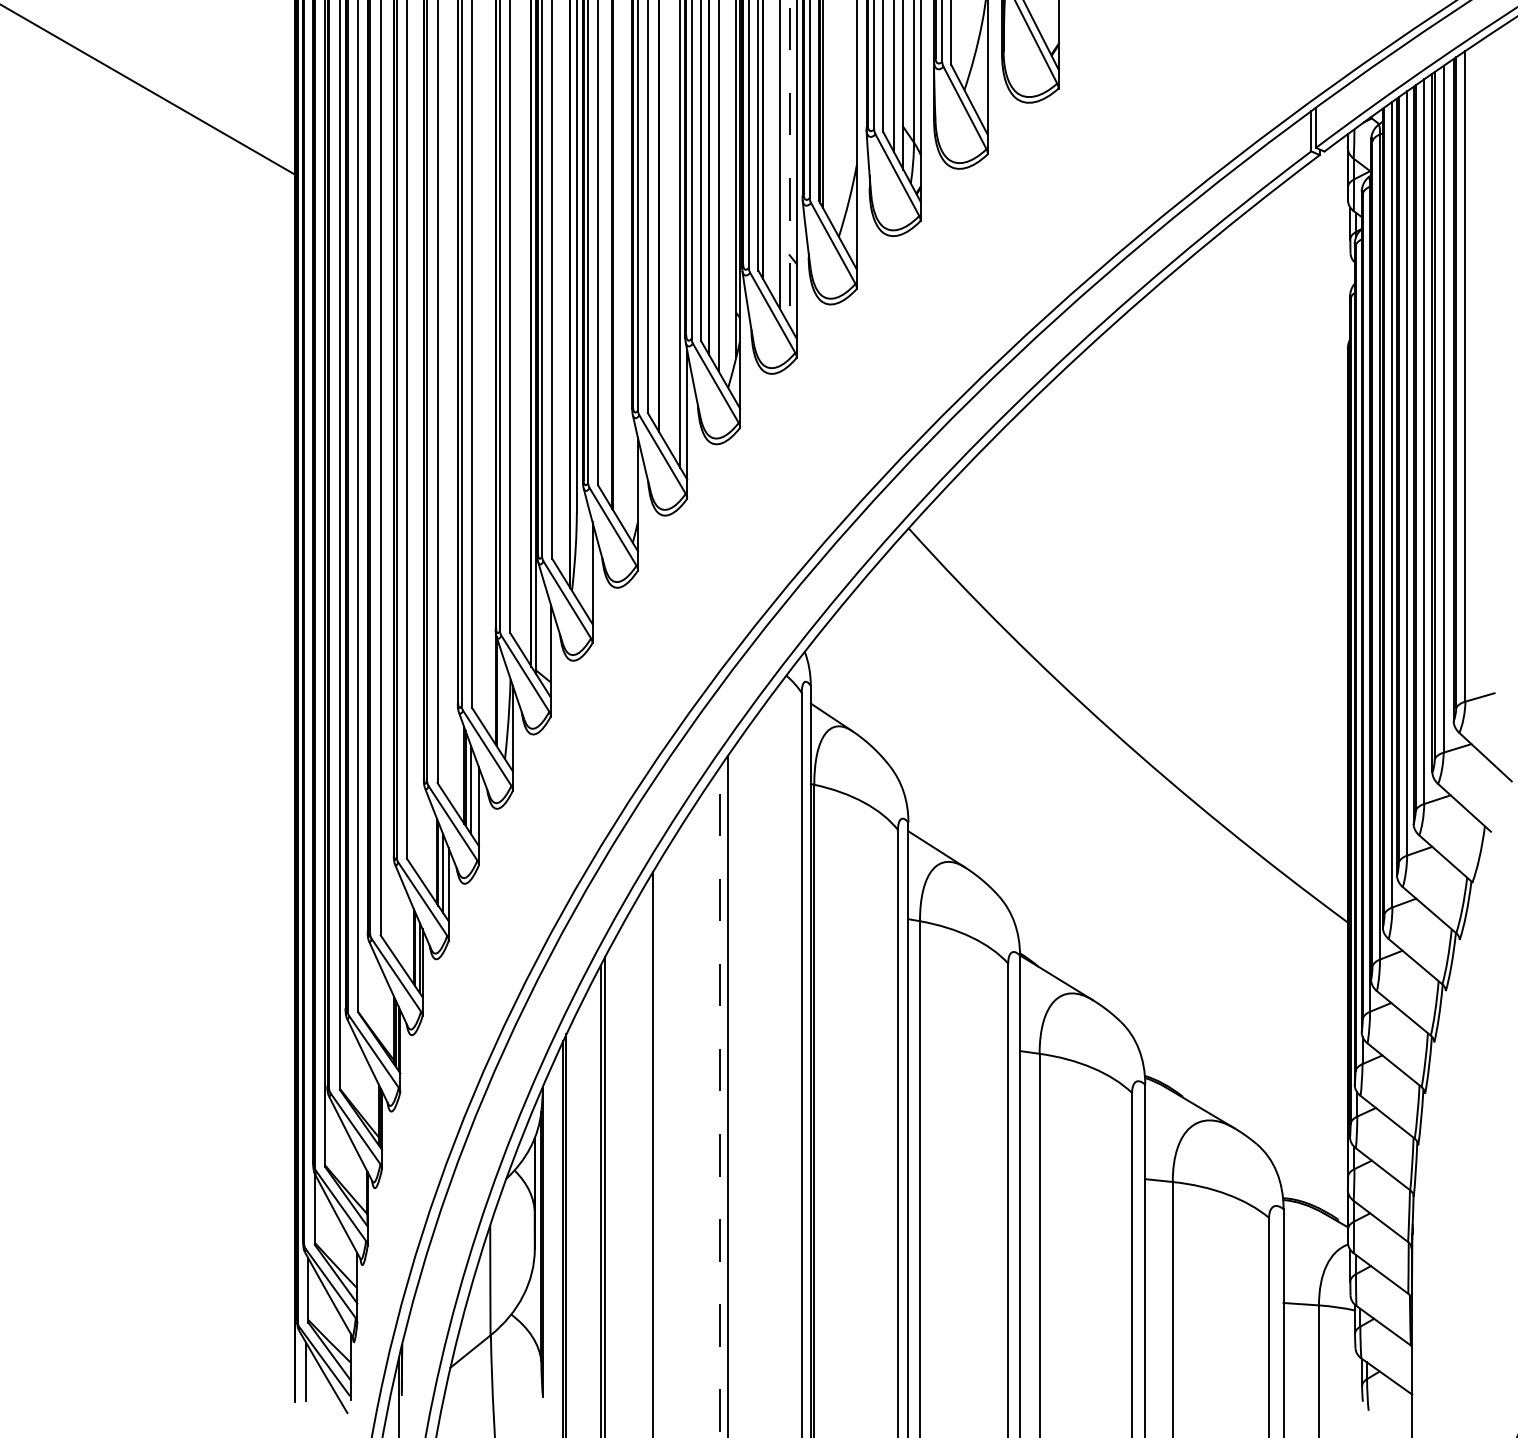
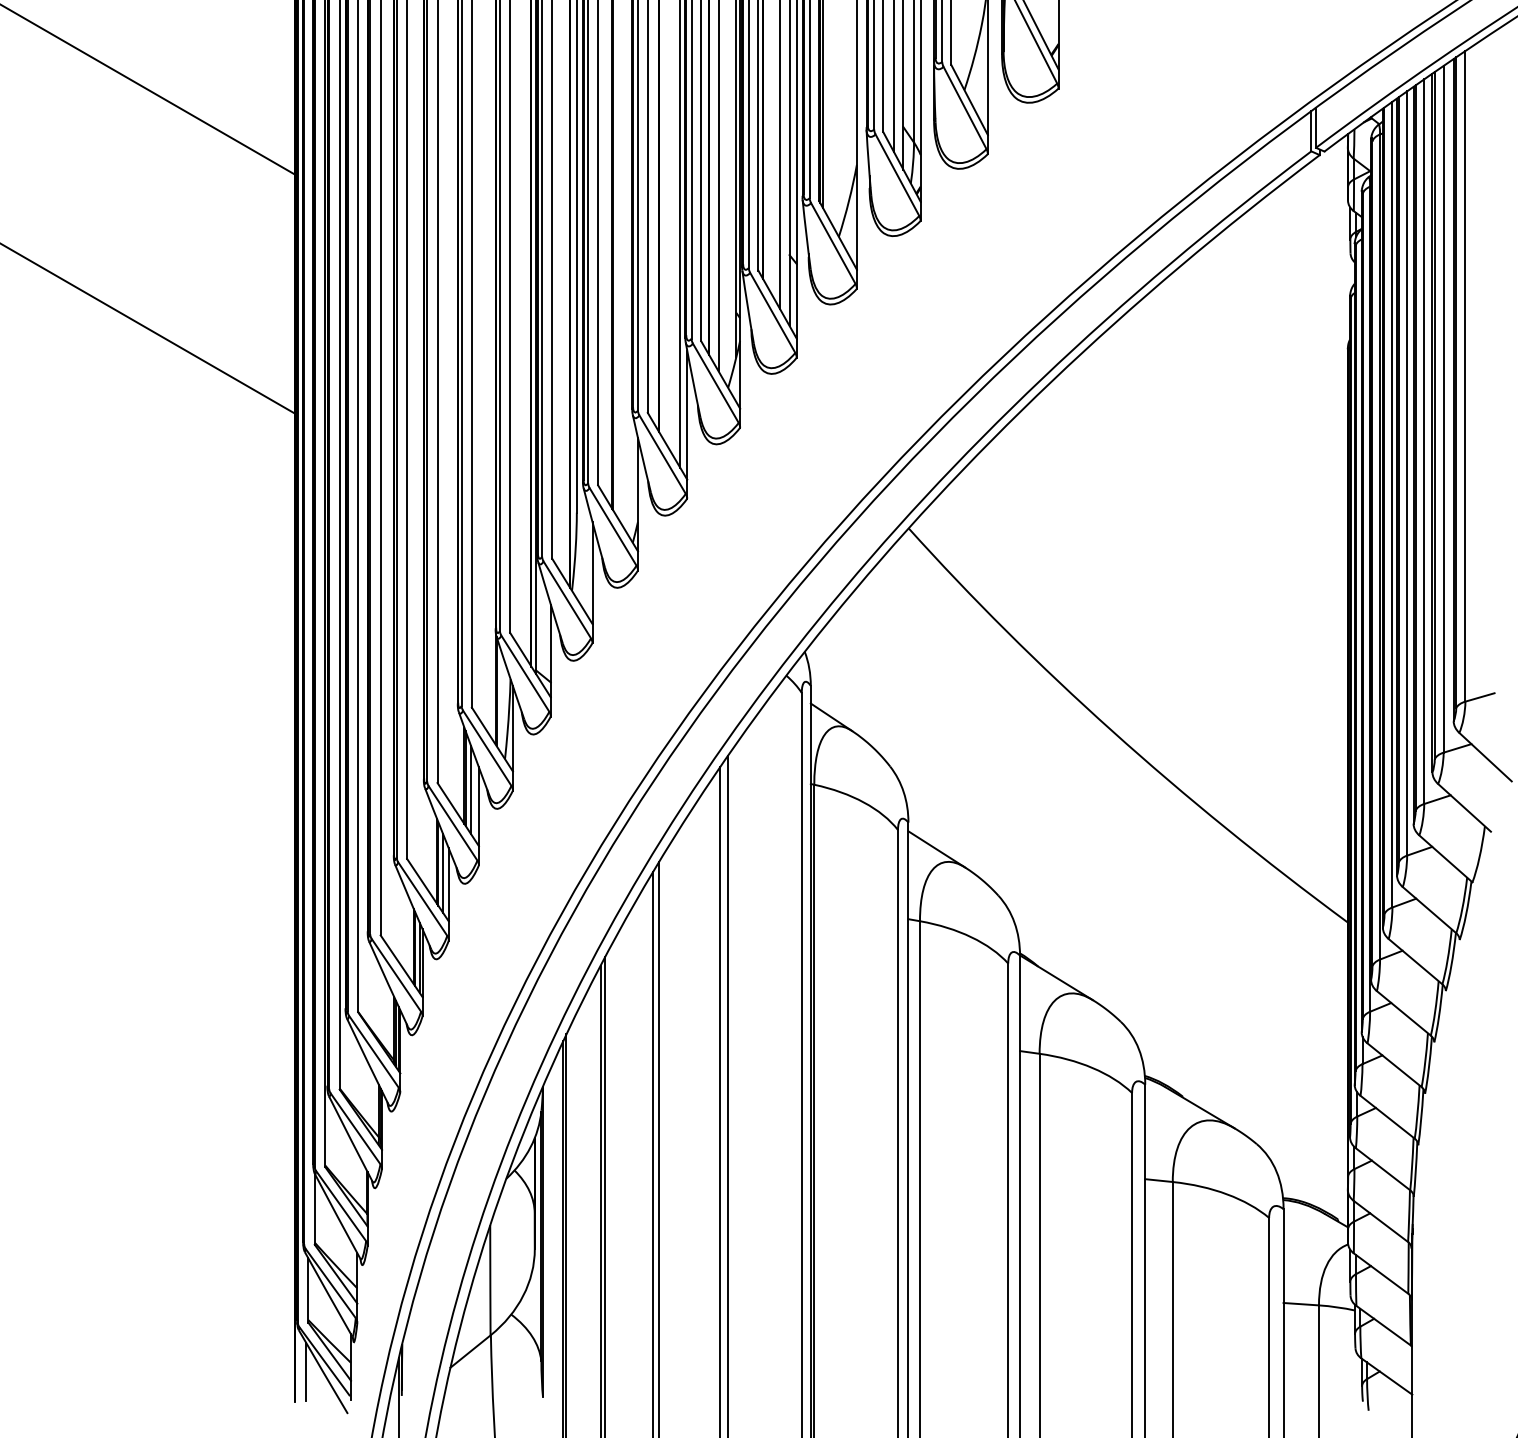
line at (789, 162): dashed -> solid
line at (148, 328): none -> present
line at (719, 1102): dashed -> solid
line at (658, 1148): none -> present
